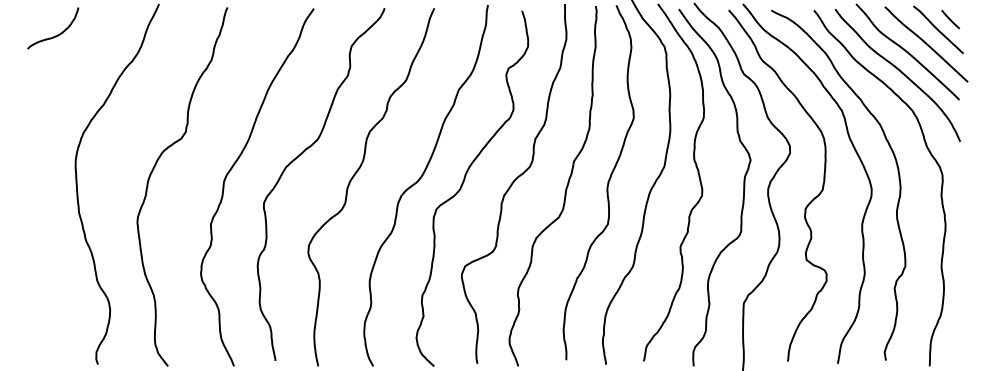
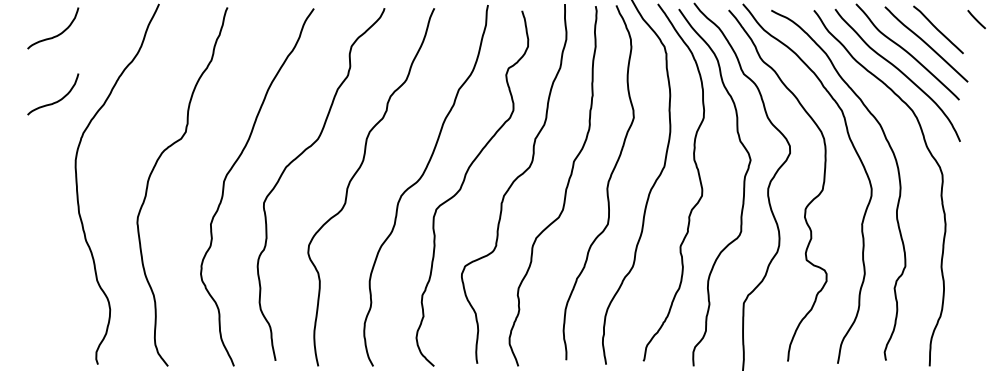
line at (950, 19) position: (950, 19) -> (976, 19)
curve at (57, 100): none -> present
